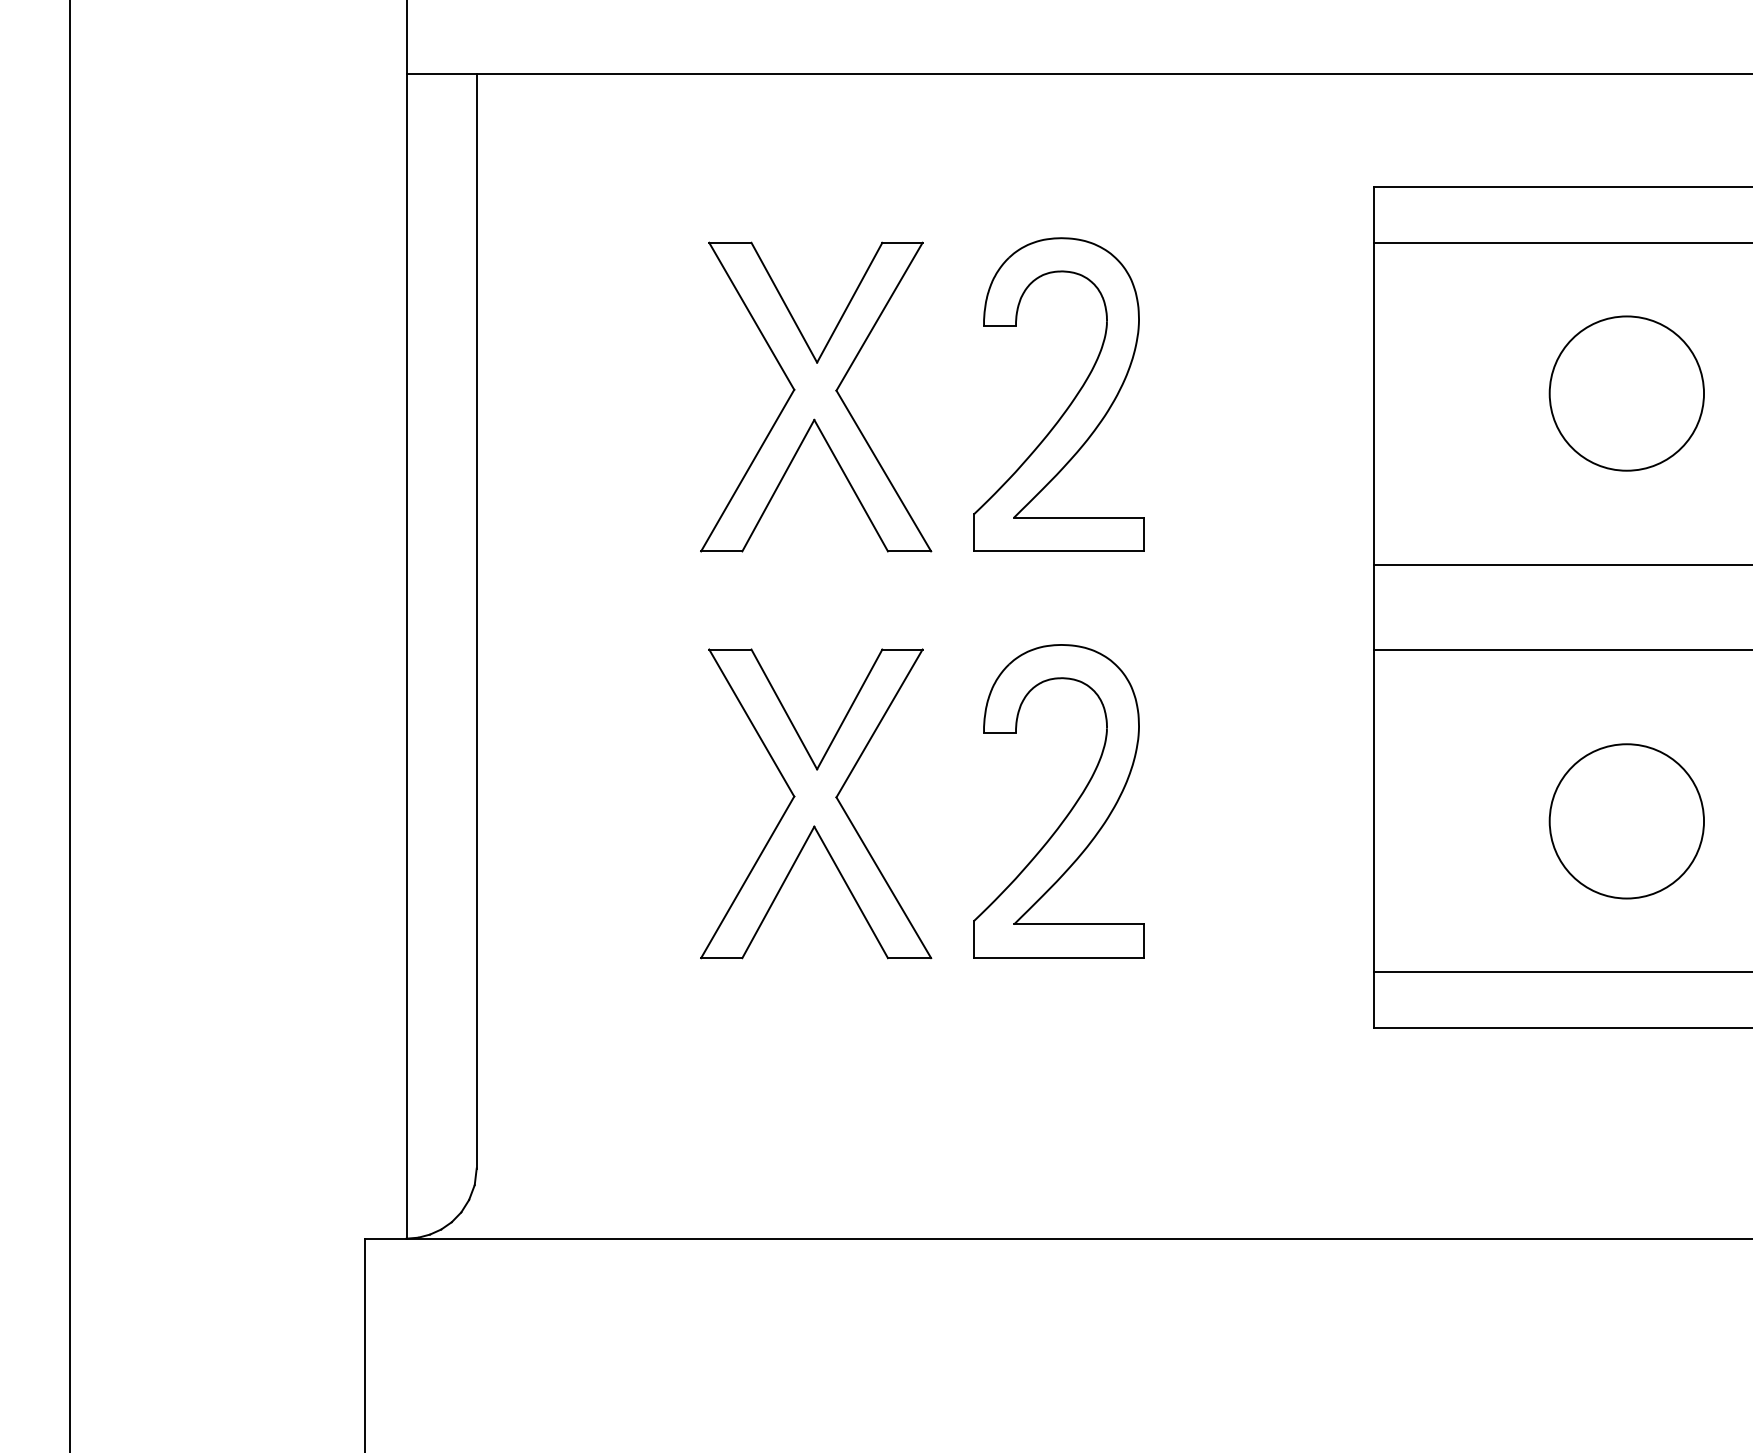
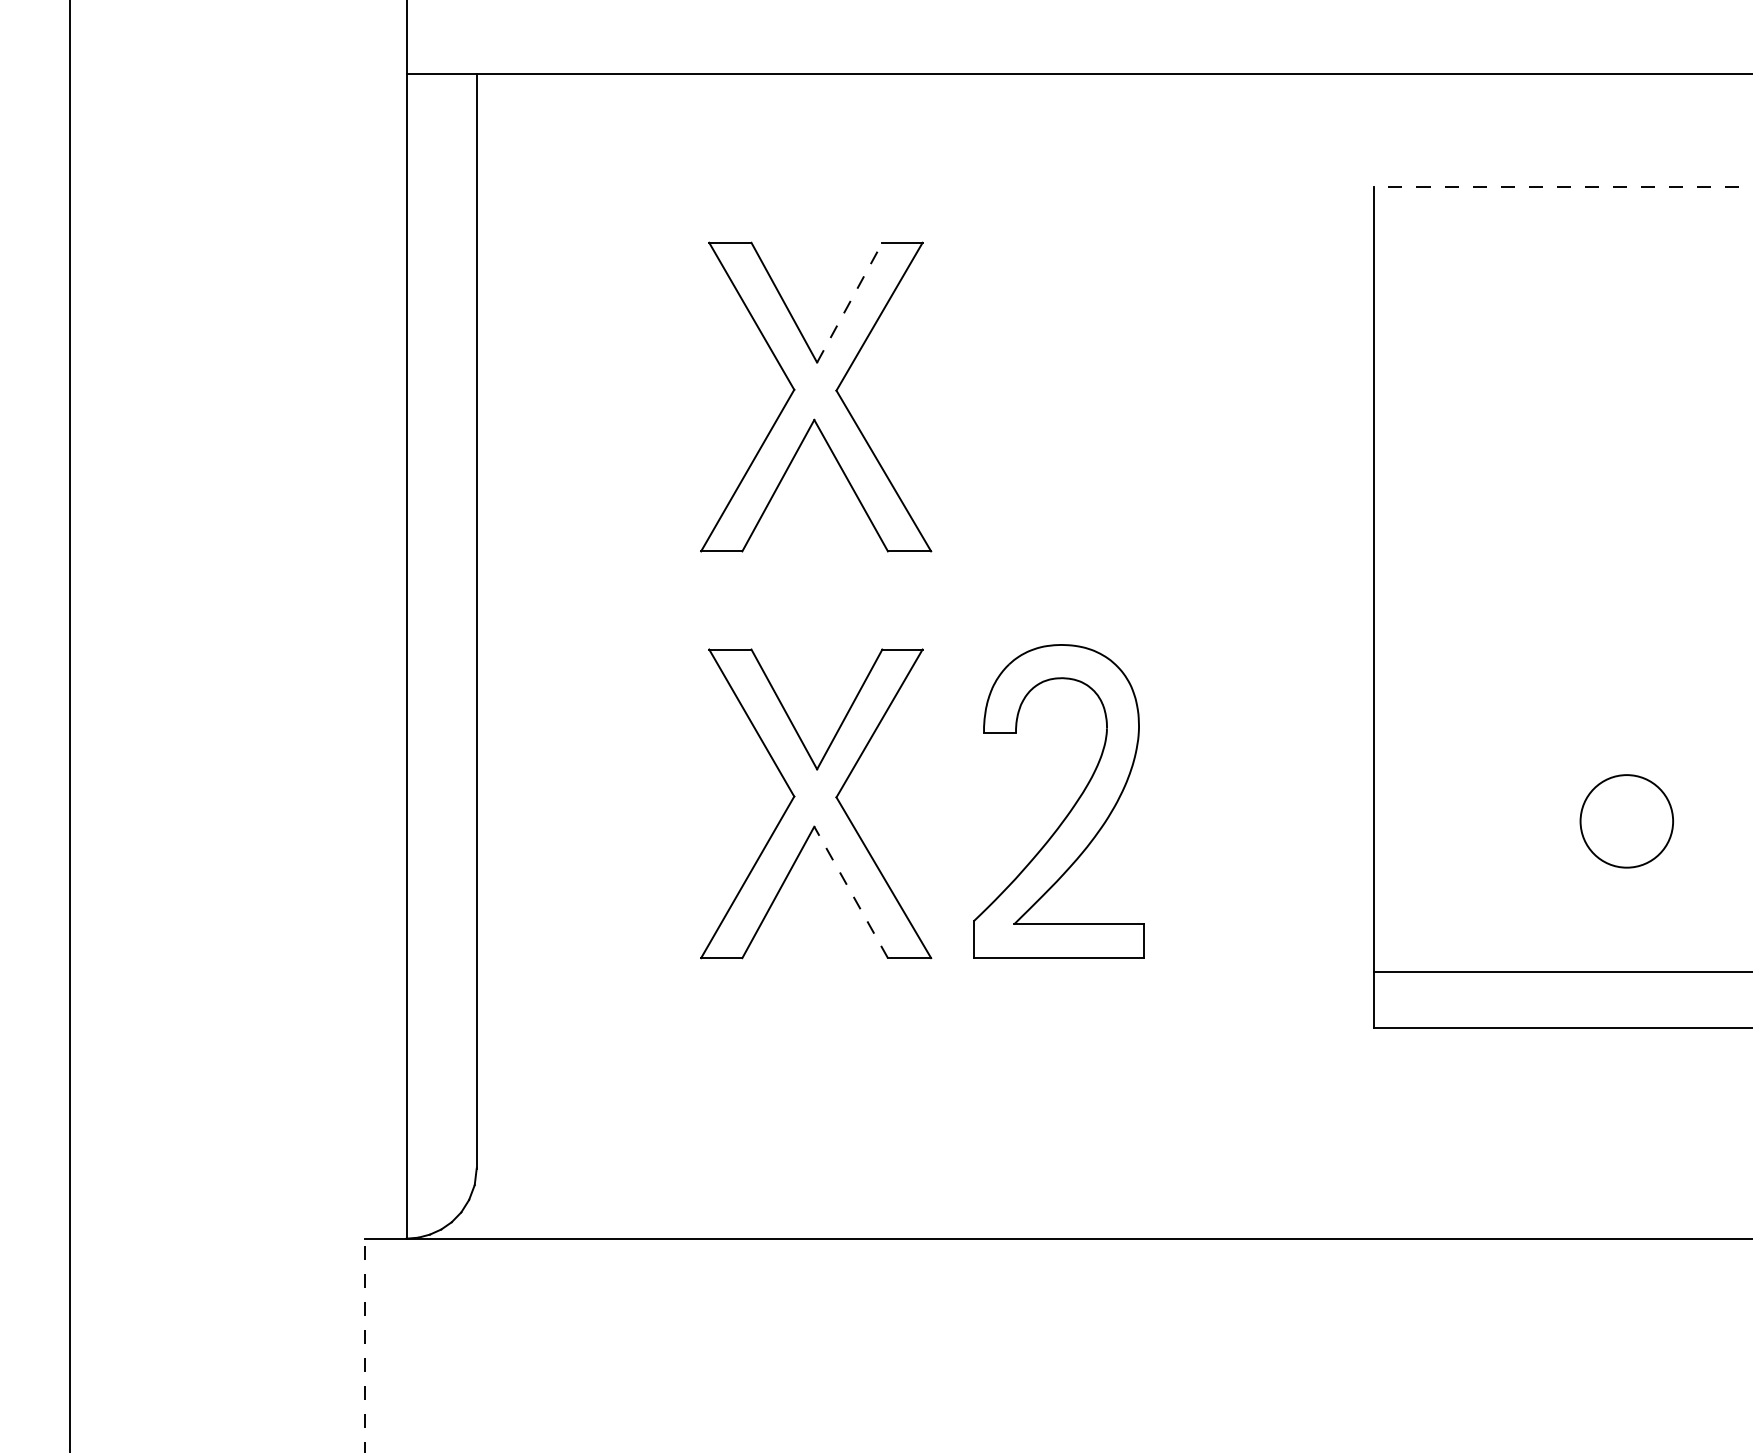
line at (1563, 186): solid -> dashed
line at (1561, 242): present -> none
line at (849, 302): solid -> dashed
circle at (1626, 393): present -> none
part at (1070, 402): present -> none
line at (1561, 565): present -> none
line at (1561, 649): present -> none
circle at (1626, 821) diameter: 154 px -> 93 px
line at (850, 892): solid -> dashed
line at (364, 1345): solid -> dashed
